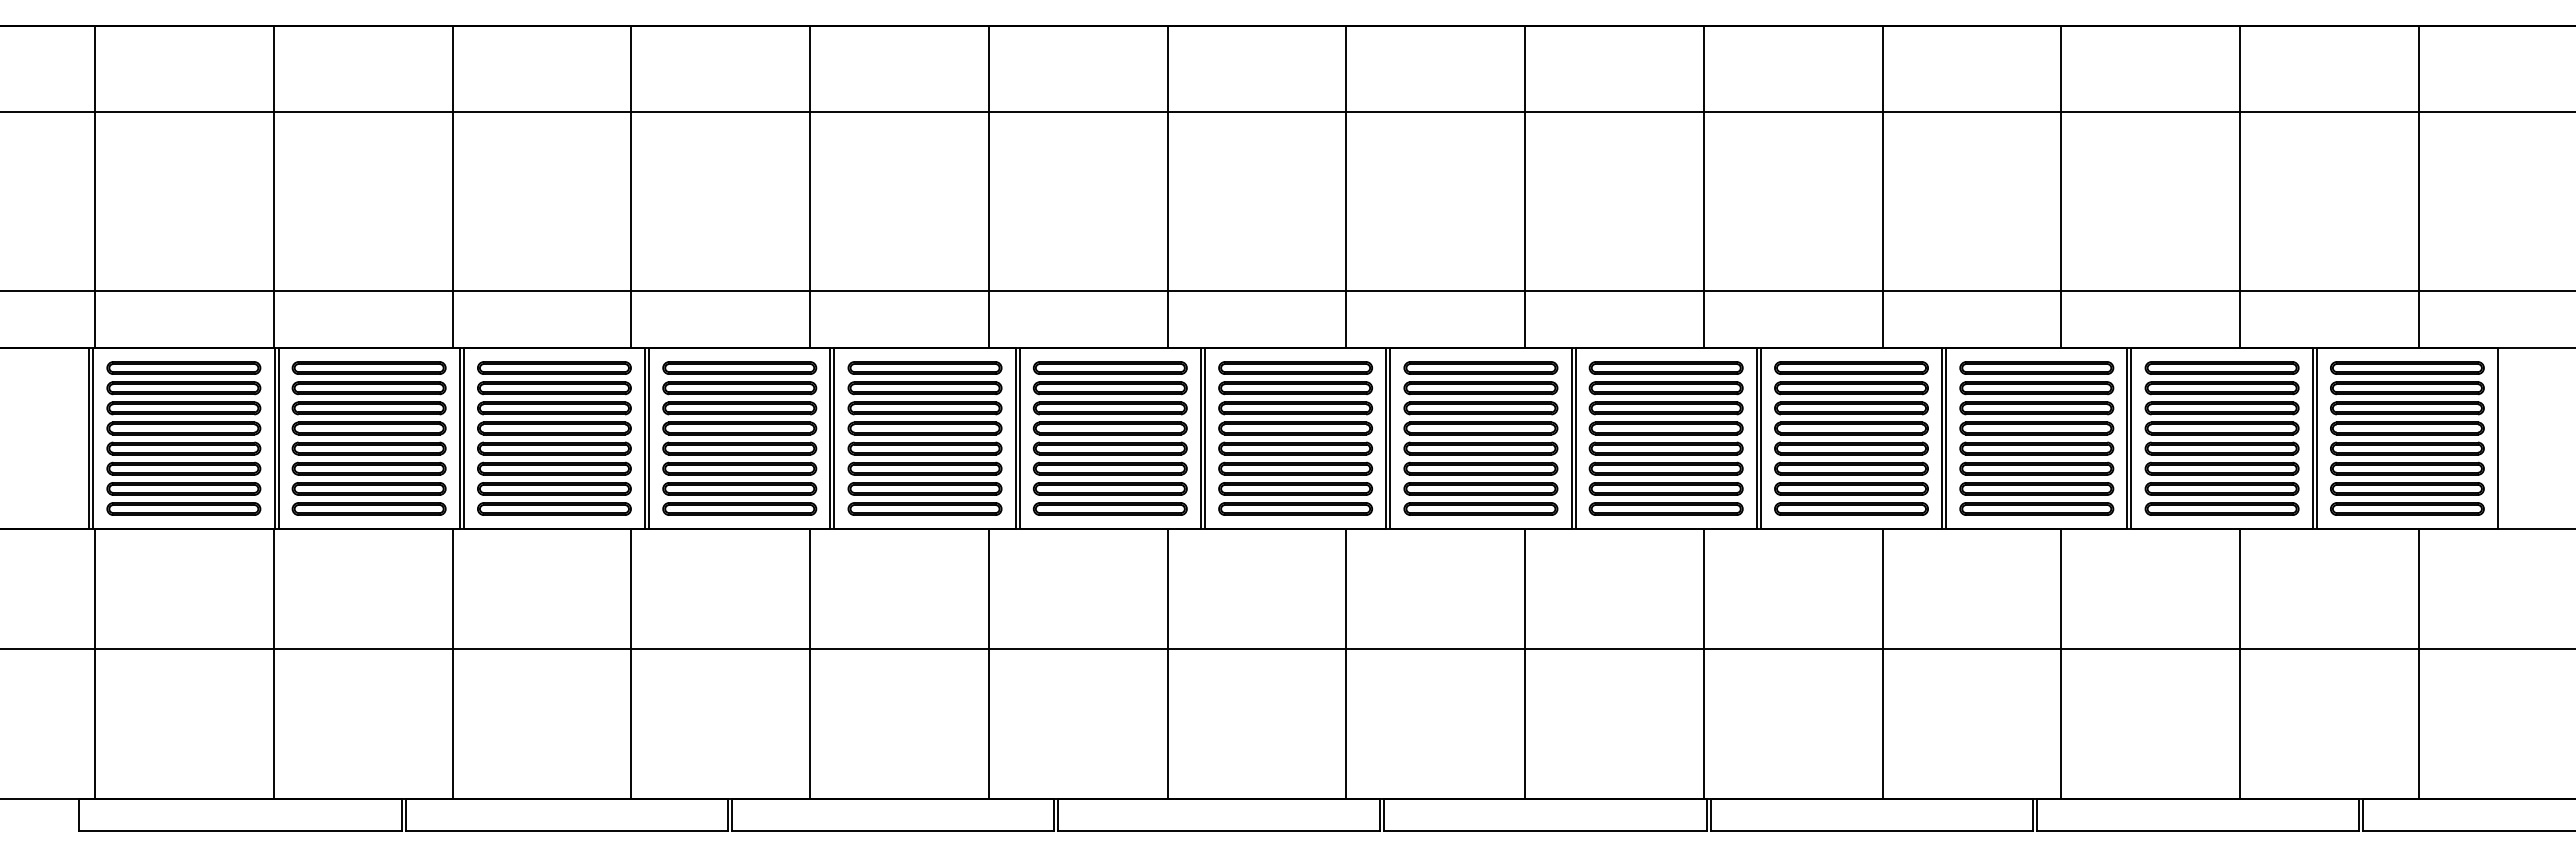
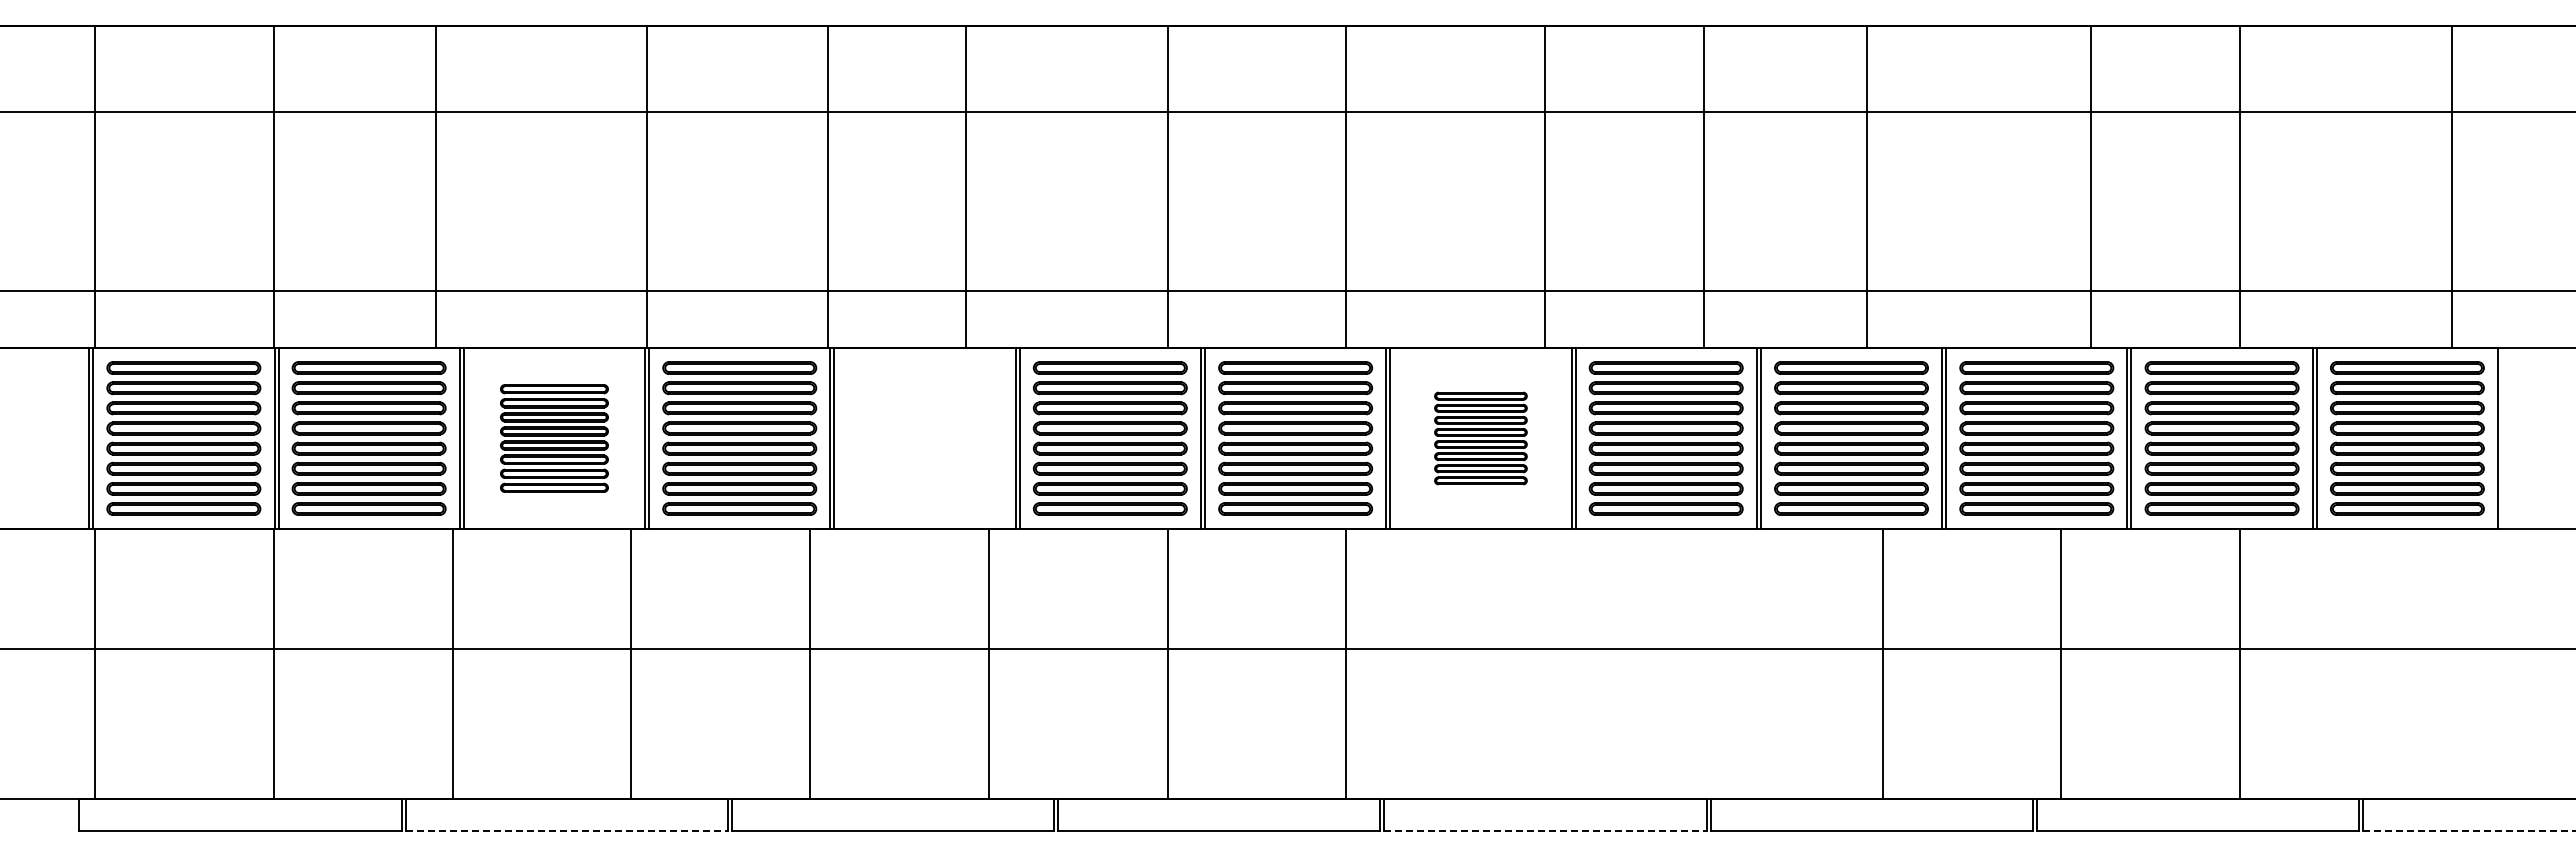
line at (452, 186) position: (452, 186) -> (435, 186)
line at (631, 186) position: (631, 186) -> (647, 186)
line at (810, 186) position: (810, 186) -> (828, 186)
line at (988, 186) position: (988, 186) -> (965, 186)
line at (1525, 186) position: (1525, 186) -> (1545, 186)
line at (1882, 186) position: (1882, 186) -> (1866, 186)
line at (2061, 186) position: (2061, 186) -> (2091, 186)
line at (2418, 186) position: (2418, 186) -> (2451, 186)
part at (554, 438) size: 155x155 px -> 109x109 px
part at (924, 438): present -> none
part at (1480, 438) size: 156x155 px -> 94x95 px
line at (1525, 664): present -> none
line at (1703, 664): present -> none
line at (2418, 664): present -> none
line at (567, 831): solid -> dashed
line at (1546, 831): solid -> dashed
line at (2470, 831): solid -> dashed
